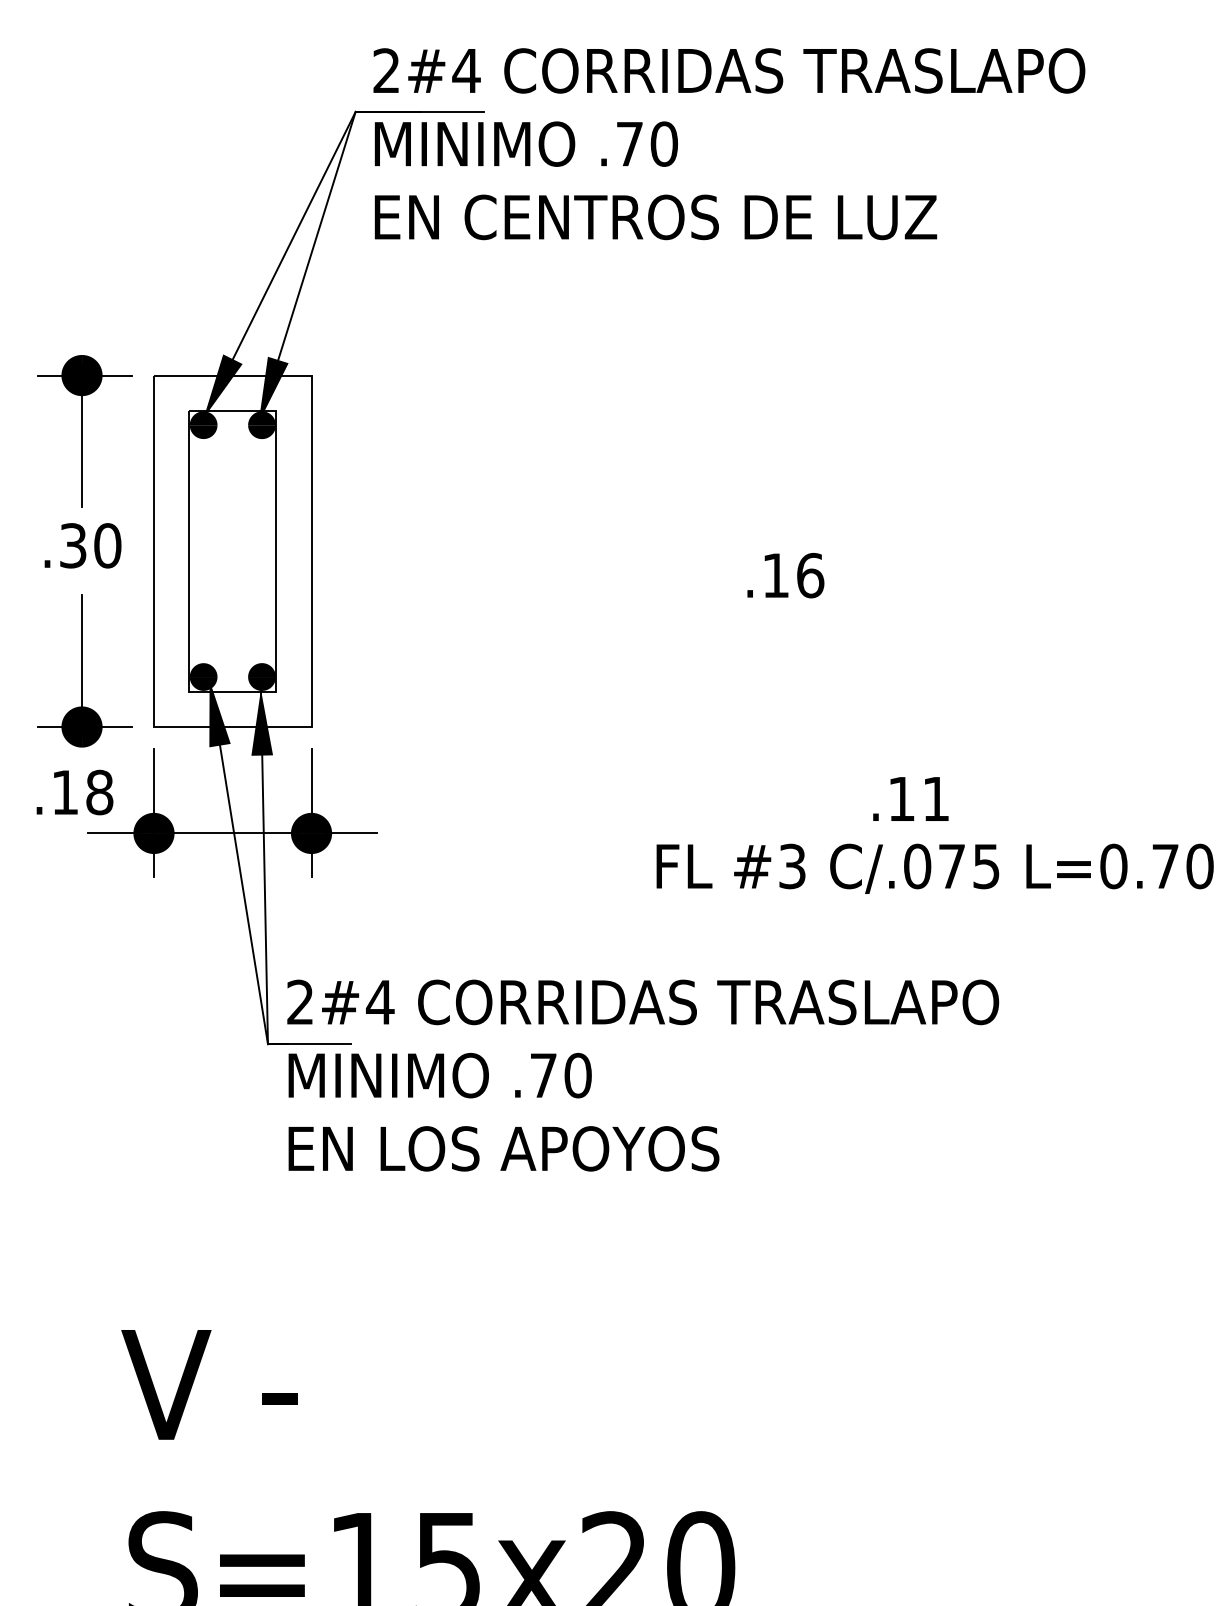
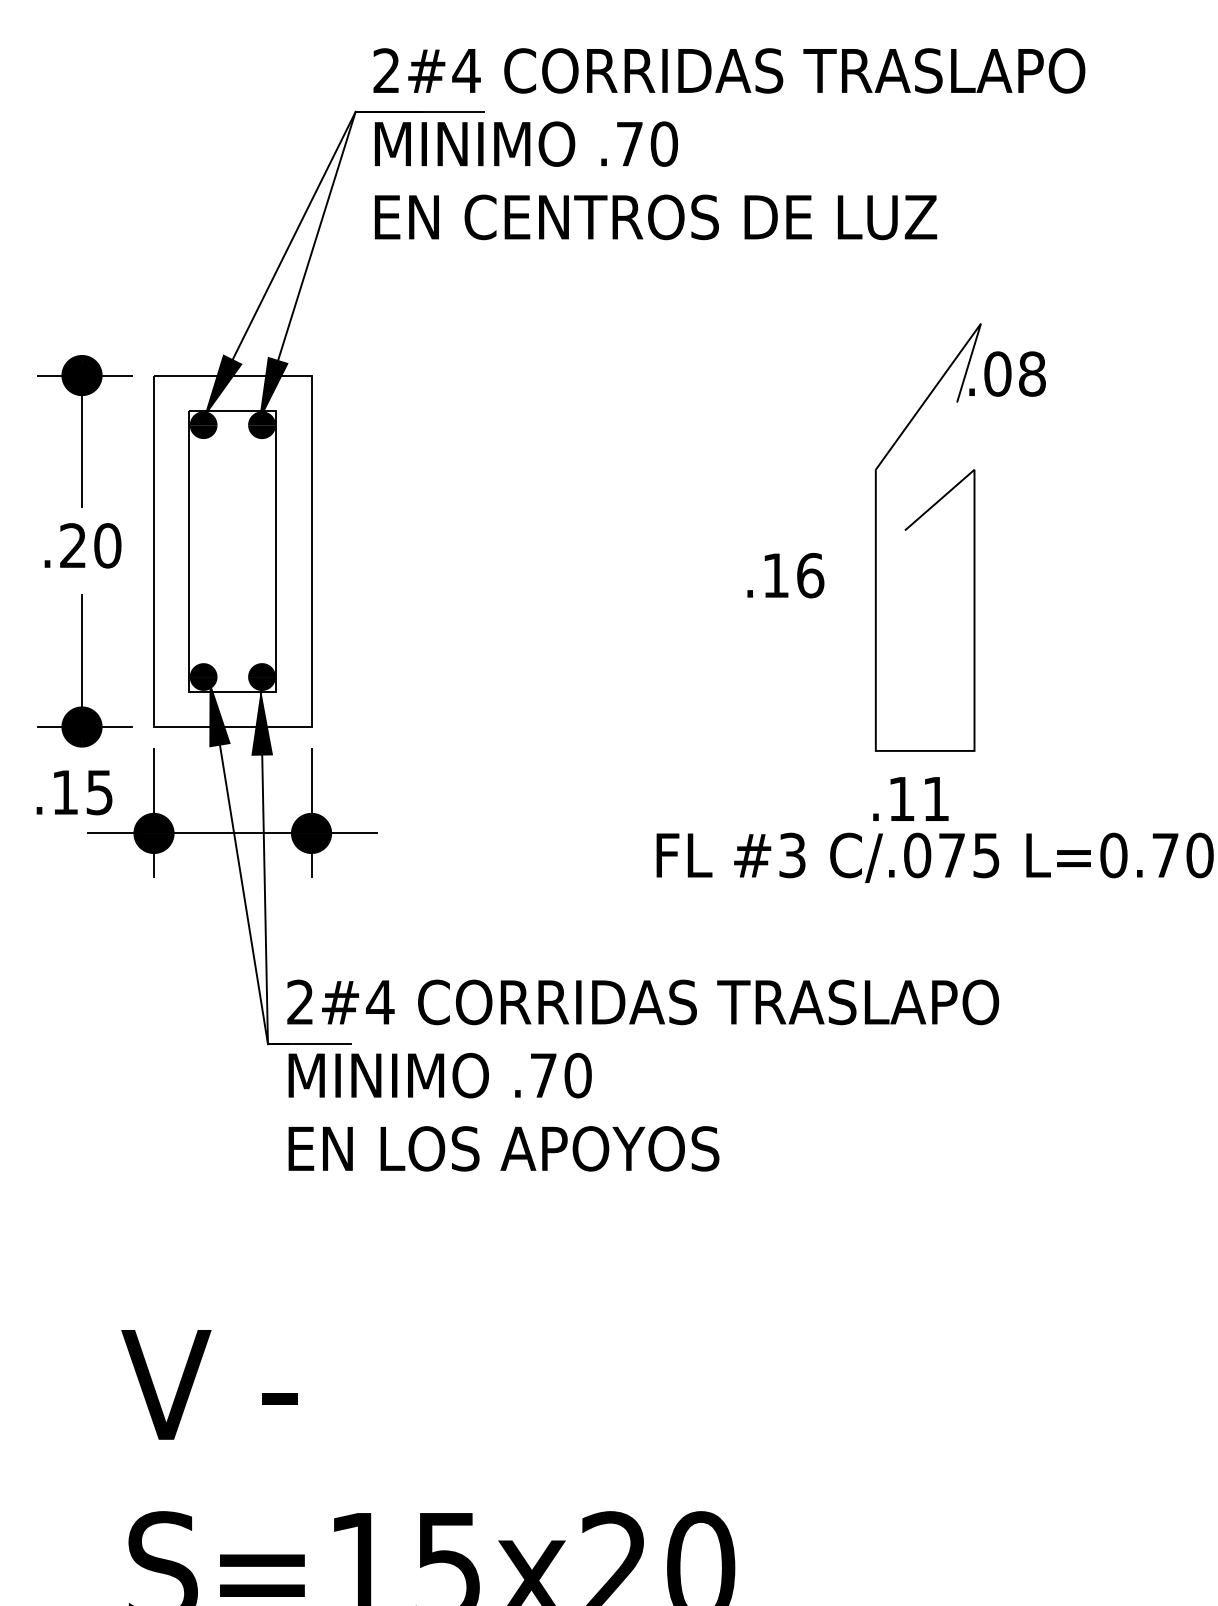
part at (973, 537): none -> present
text at (73, 545): .30 -> .20
text at (99, 792): .18 -> .15
text at (934, 868) position: (934, 868) -> (934, 857)
